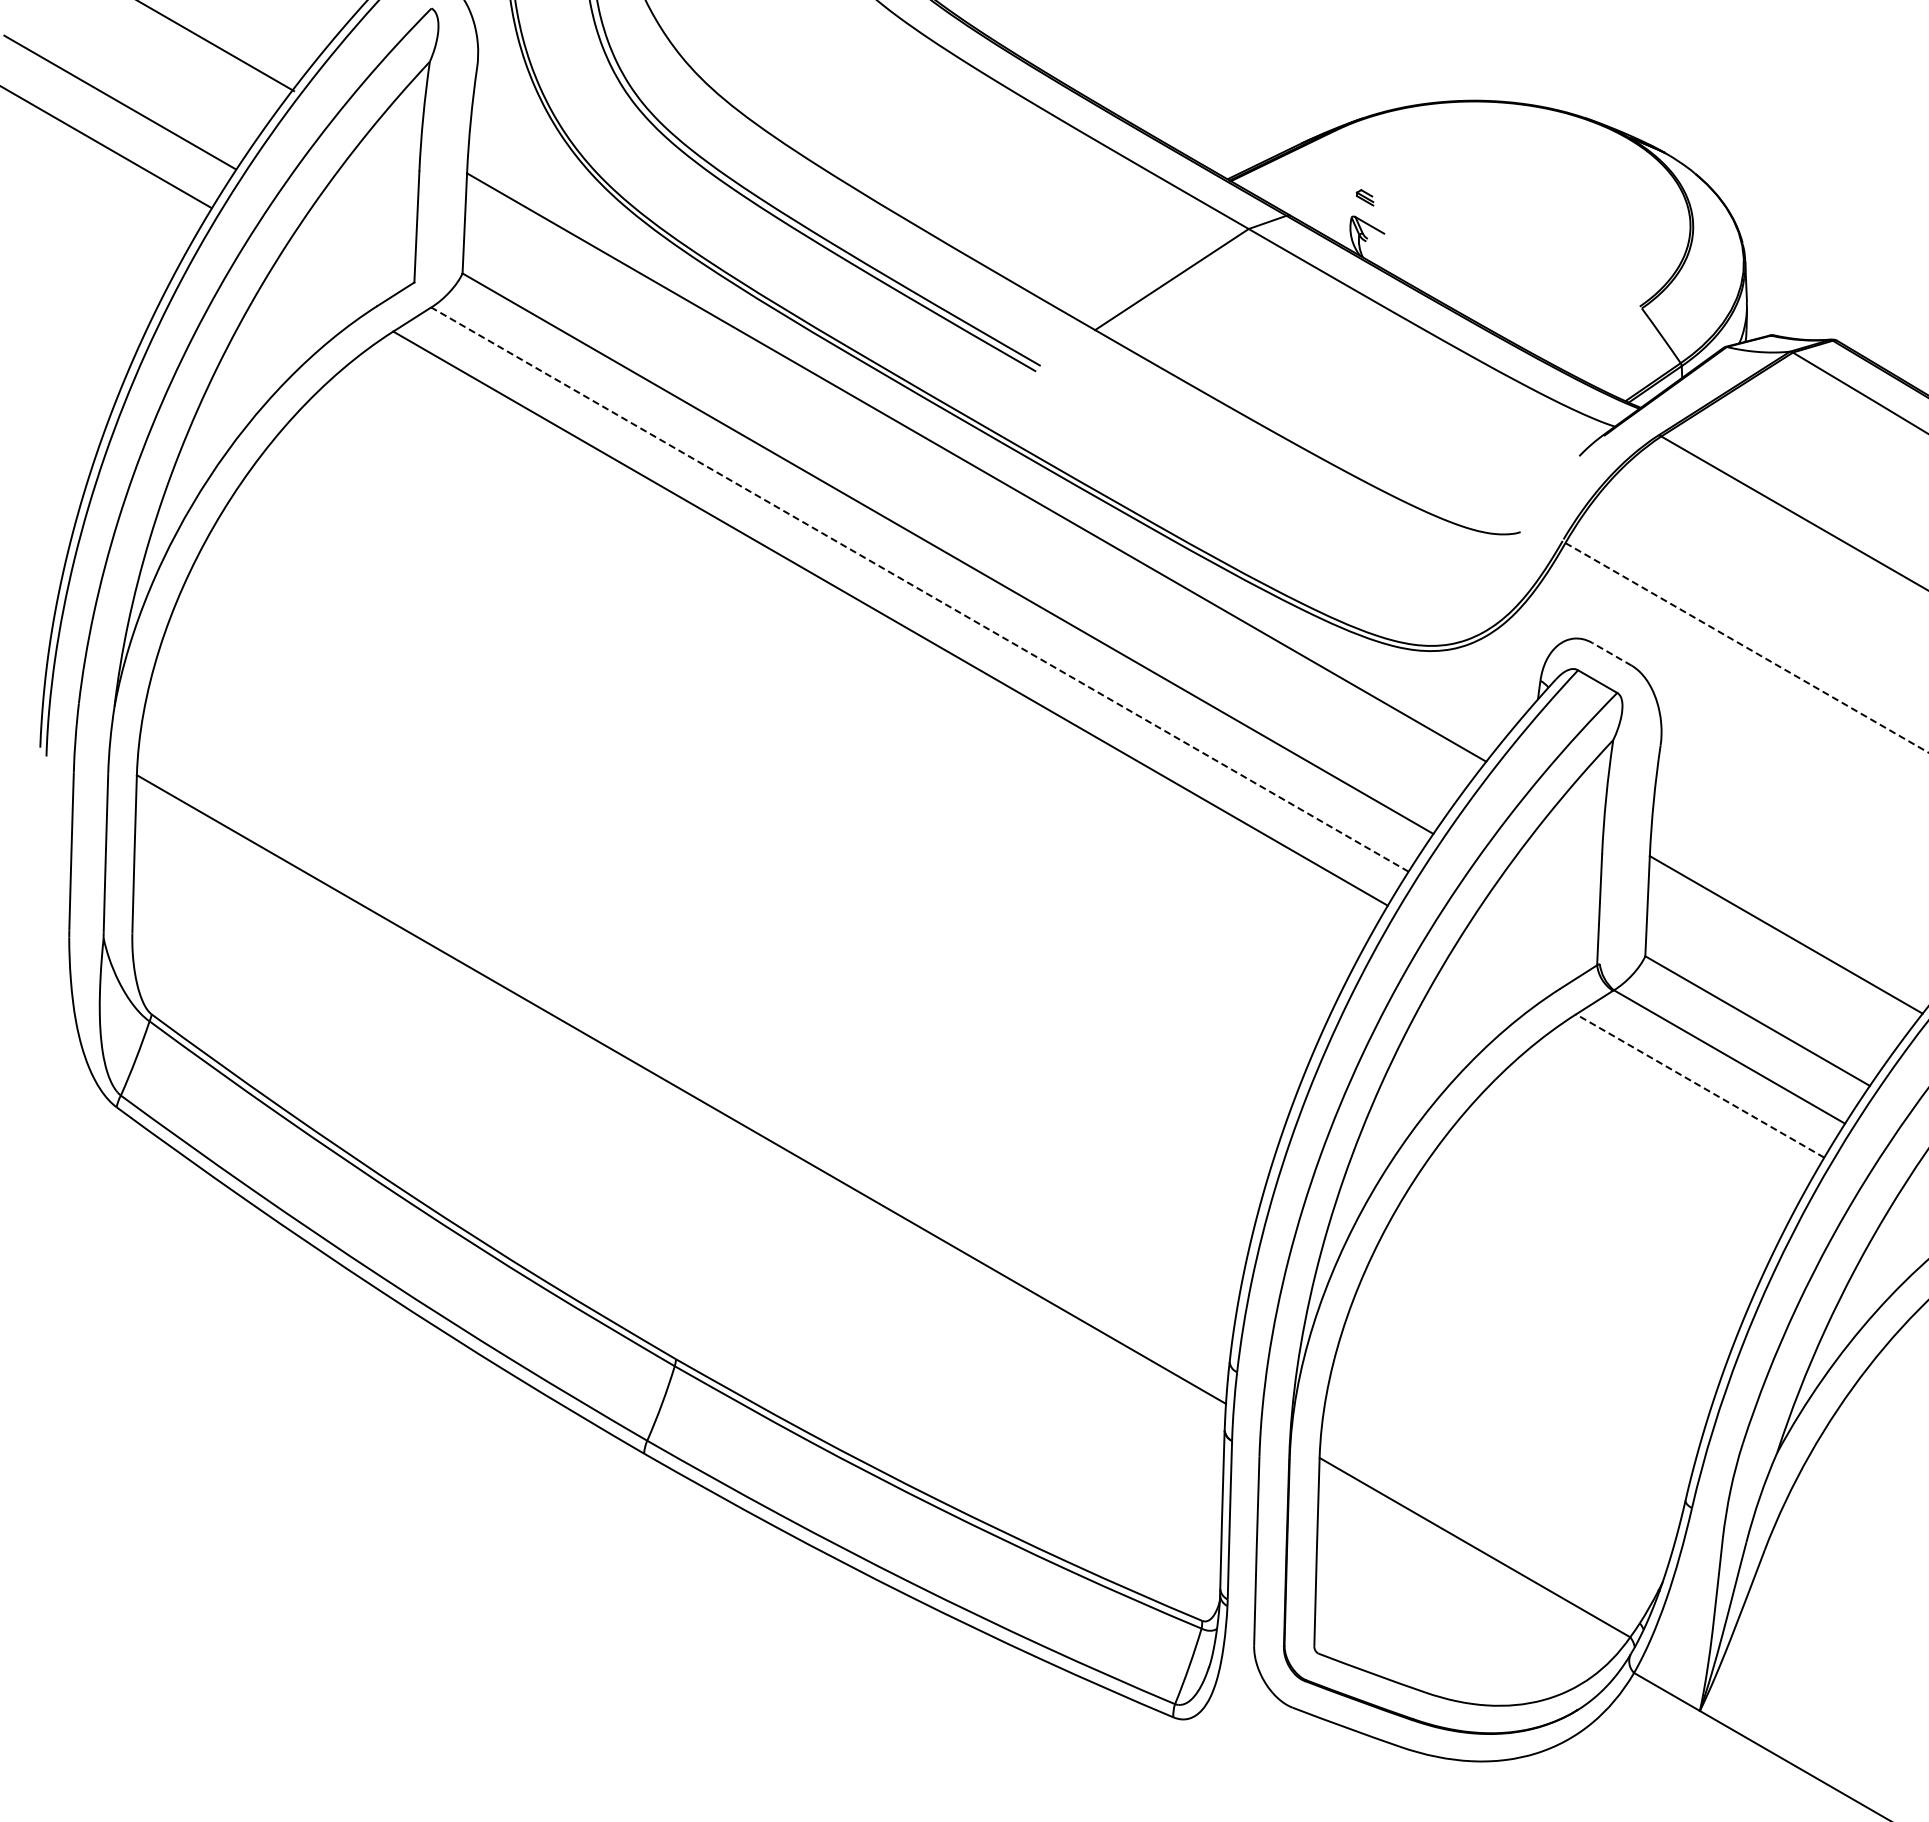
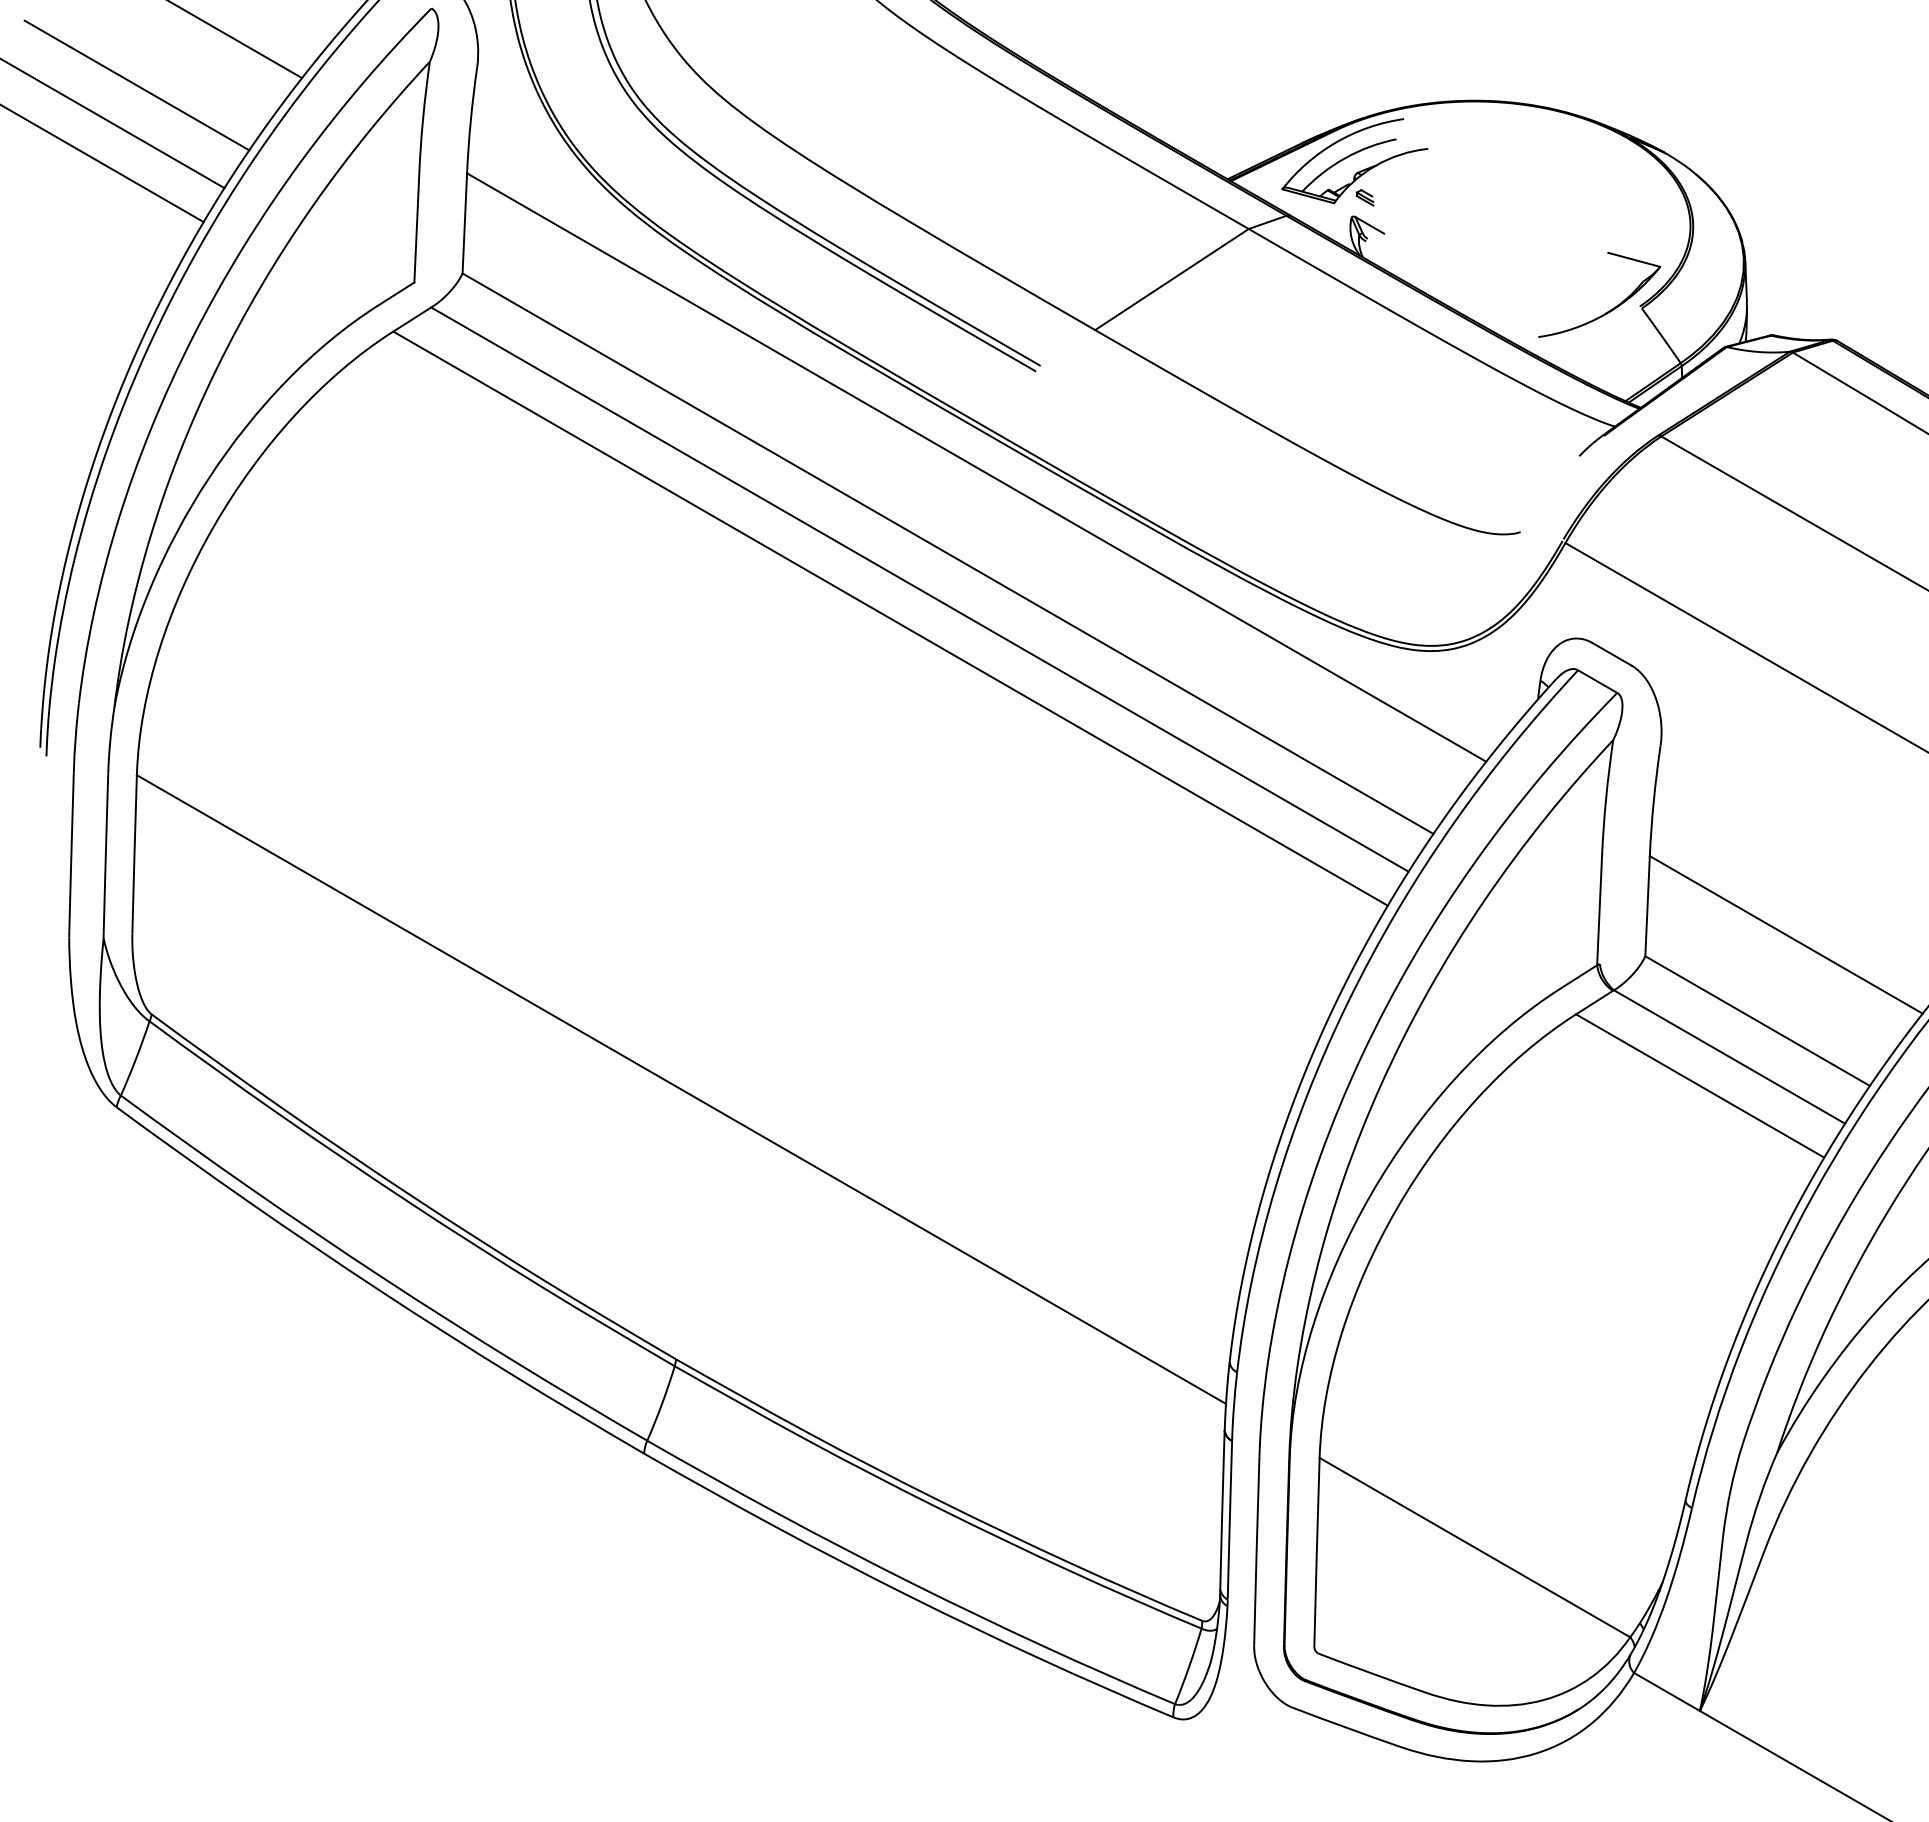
line at (216, 46) position: (216, 46) -> (236, 40)
line at (136, 85): none -> present
line at (119, 102) position: (119, 102) -> (113, 123)
line at (106, 147) position: (106, 147) -> (102, 163)
part at (1352, 155): none -> present
part at (1610, 309): none -> present
line at (919, 589): dashed -> solid
line at (1747, 647): dashed -> solid
line at (1612, 654): dashed -> solid
line at (1699, 1085): dashed -> solid
